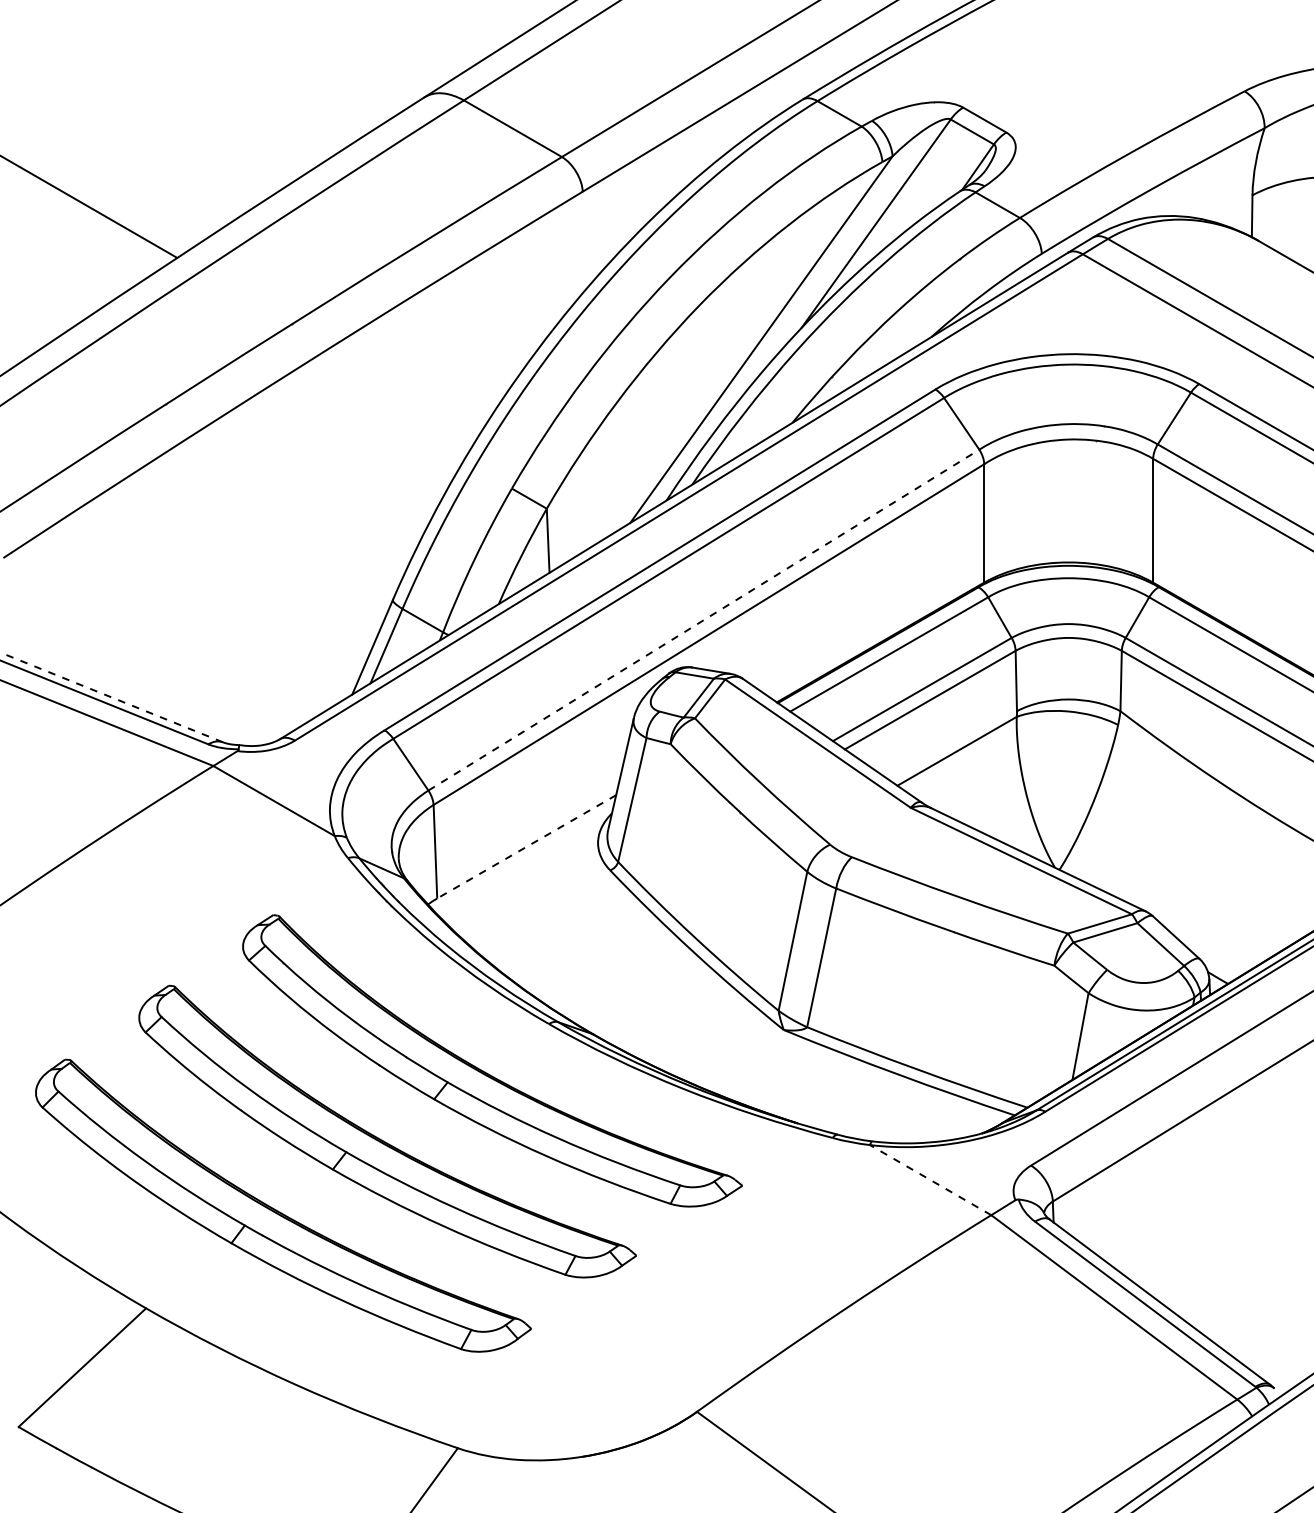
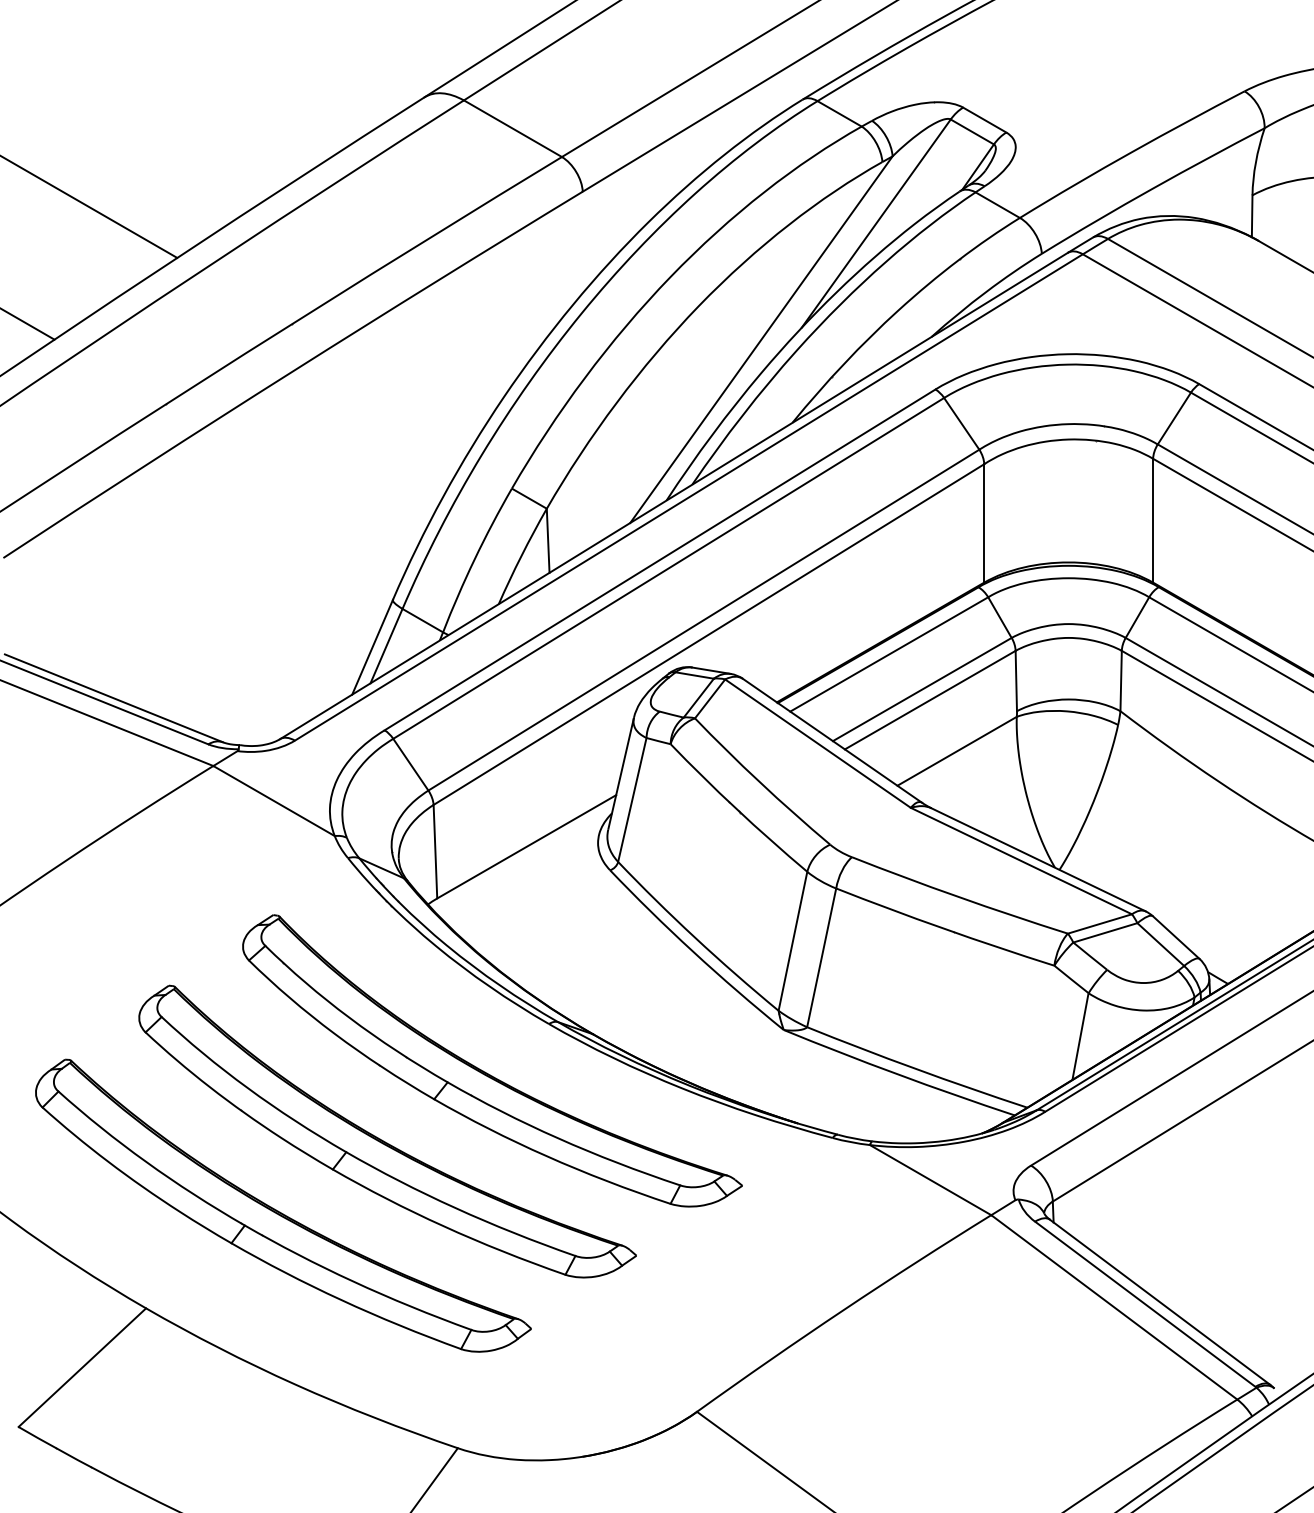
line at (28, 324): none -> present
line at (703, 620): dashed -> solid
line at (113, 698): dashed -> solid
line at (526, 847): dashed -> solid
line at (930, 1179): dashed -> solid
